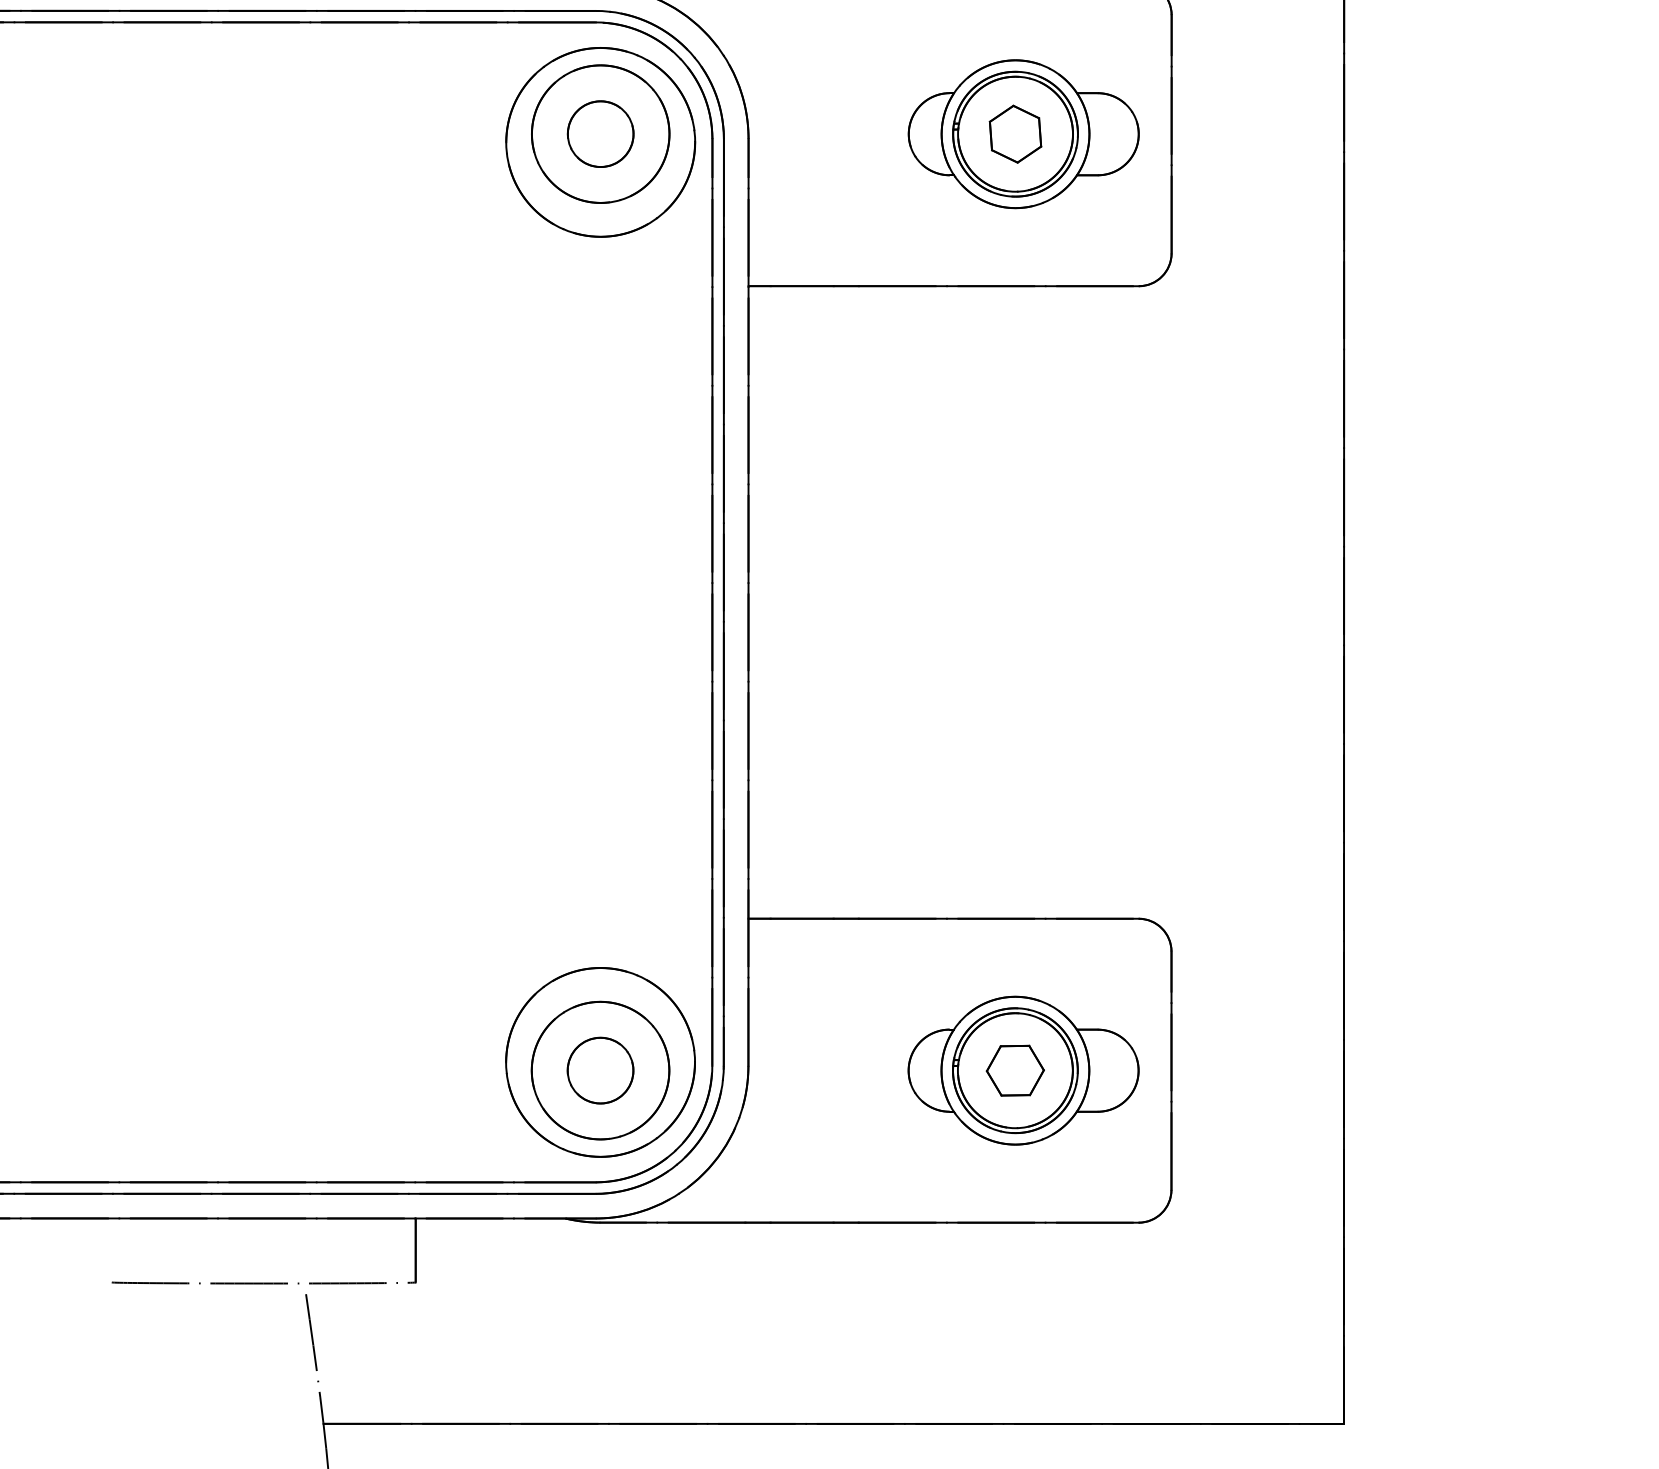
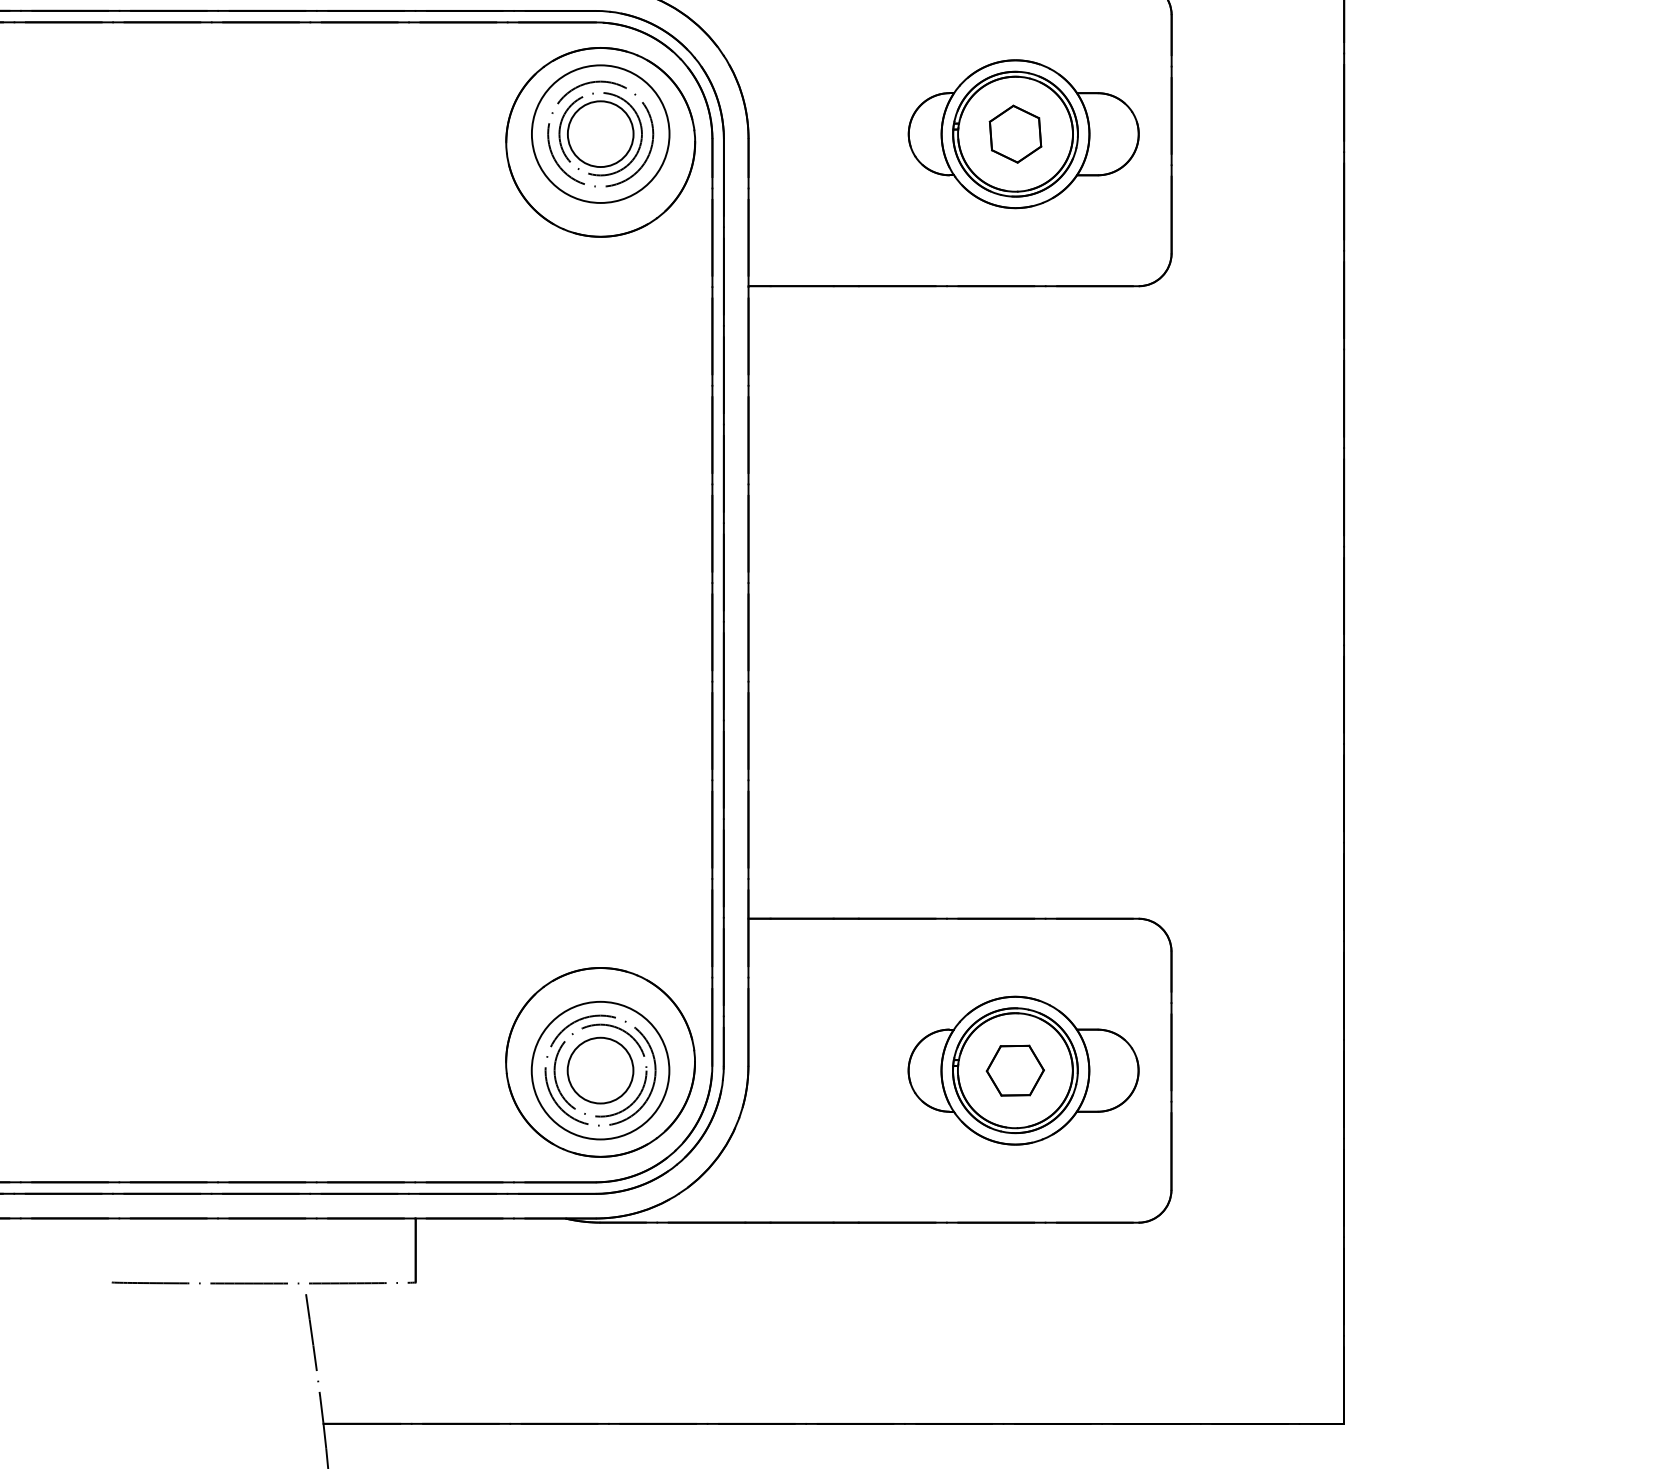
circle at (600, 133) diameter: 138 px -> 83 px
circle at (600, 134) diameter: 66 px -> 105 px
circle at (600, 1070) diameter: 138 px -> 110 px
circle at (600, 1070) diameter: 66 px -> 92 px
